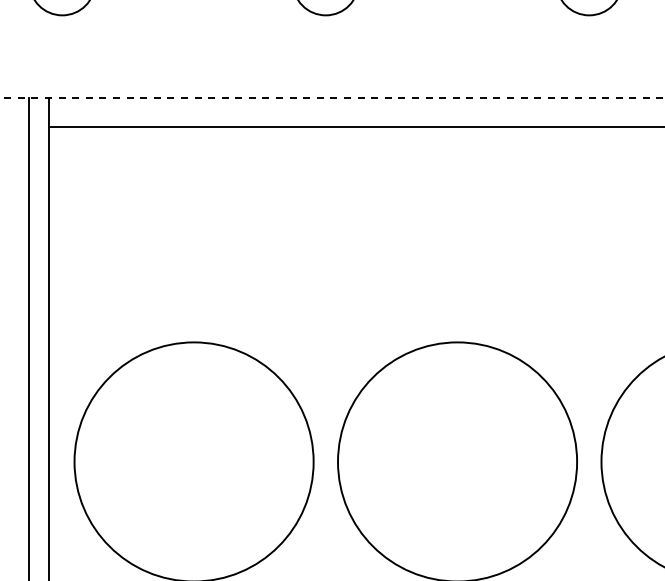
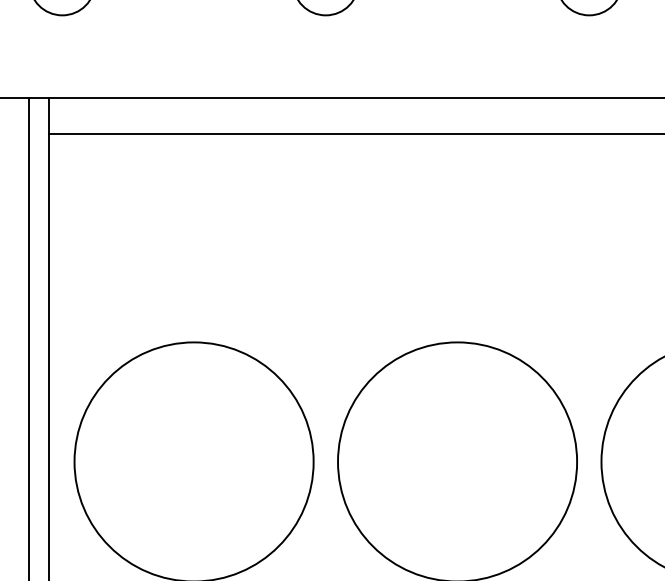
line at (332, 98): dashed -> solid
line at (354, 127) position: (354, 127) -> (354, 134)
